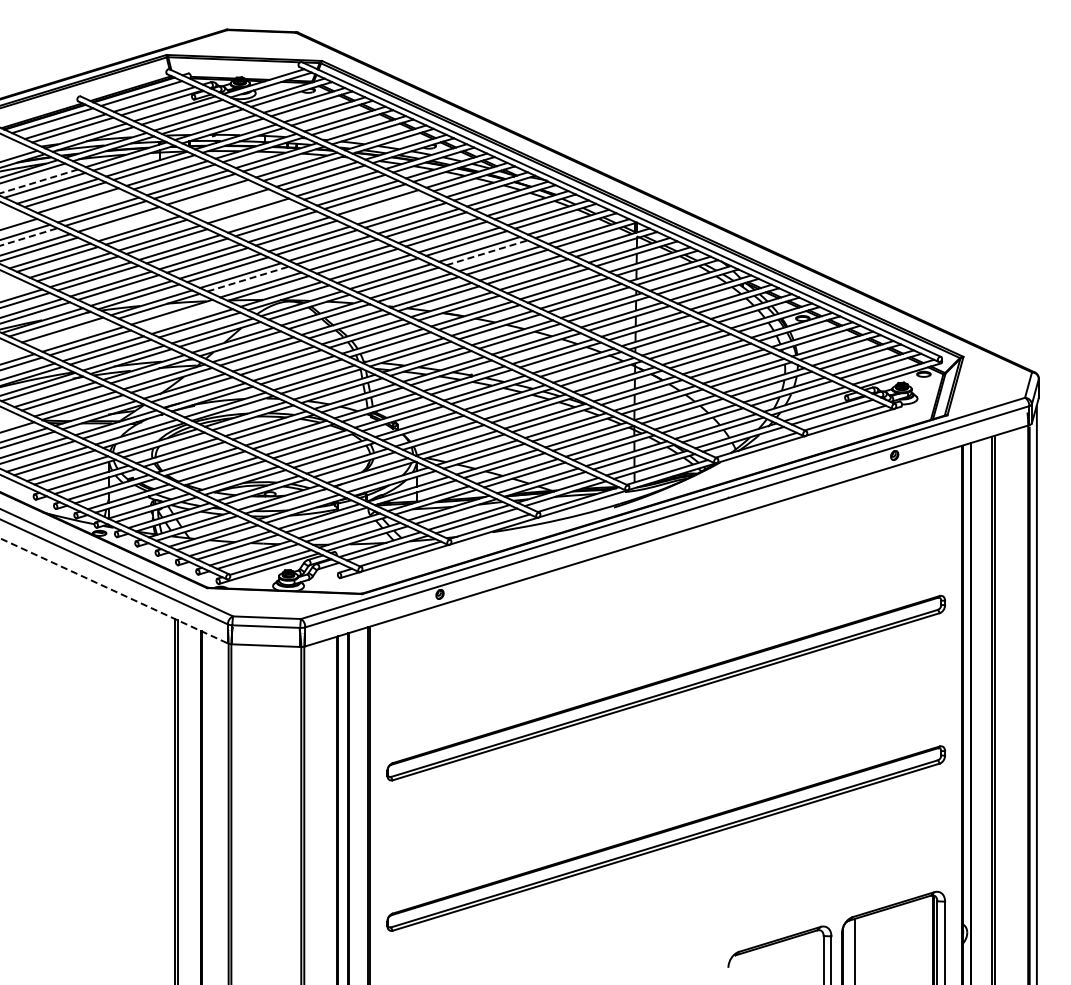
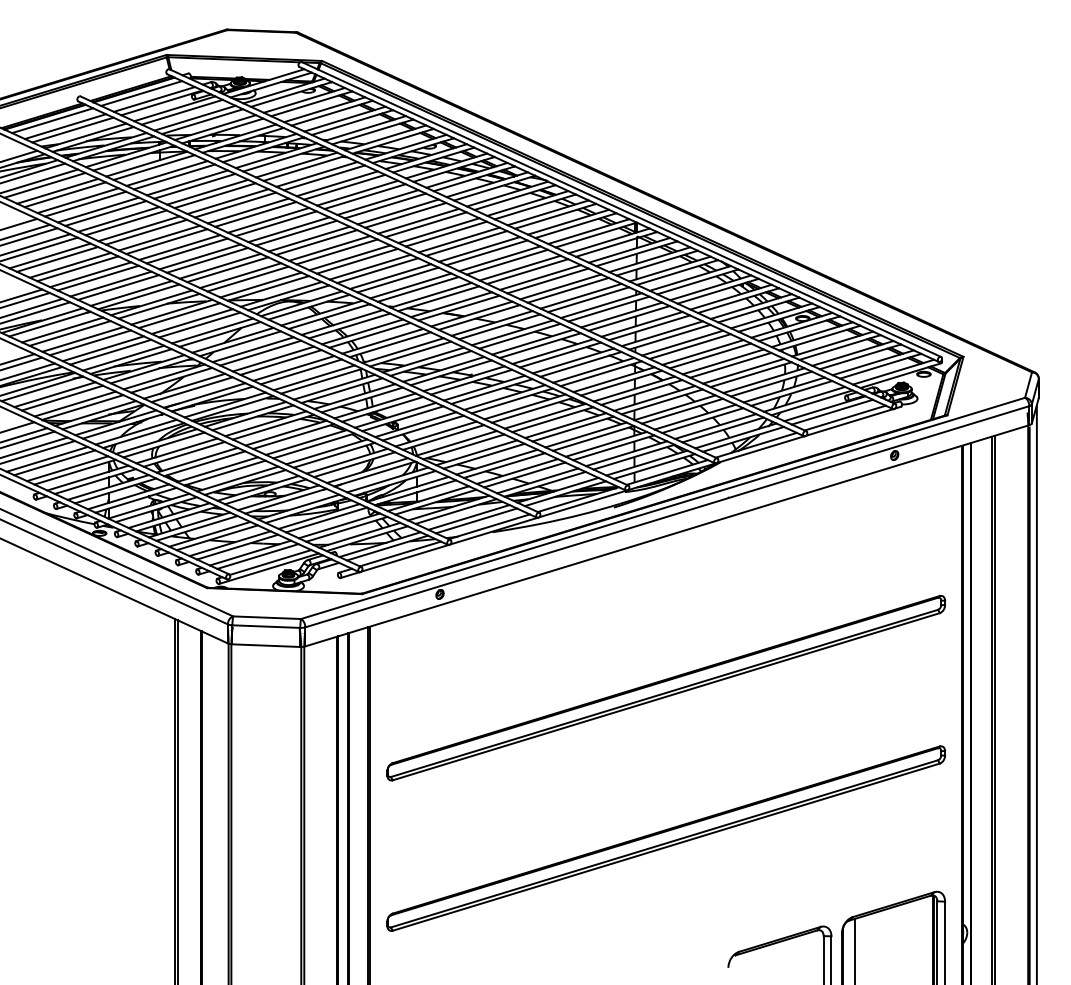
line at (38, 181): dashed -> solid
line at (214, 195): none -> present
line at (85, 203): none -> present
line at (235, 204): none -> present
line at (384, 205): none -> present
line at (255, 214): none -> present
line at (125, 222): none -> present
line at (28, 237): dashed -> solid
line at (487, 252): dashed -> solid
line at (248, 278): dashed -> solid
line at (179, 315): none -> present
line at (69, 333): none -> present
line at (114, 591): dashed -> solid
